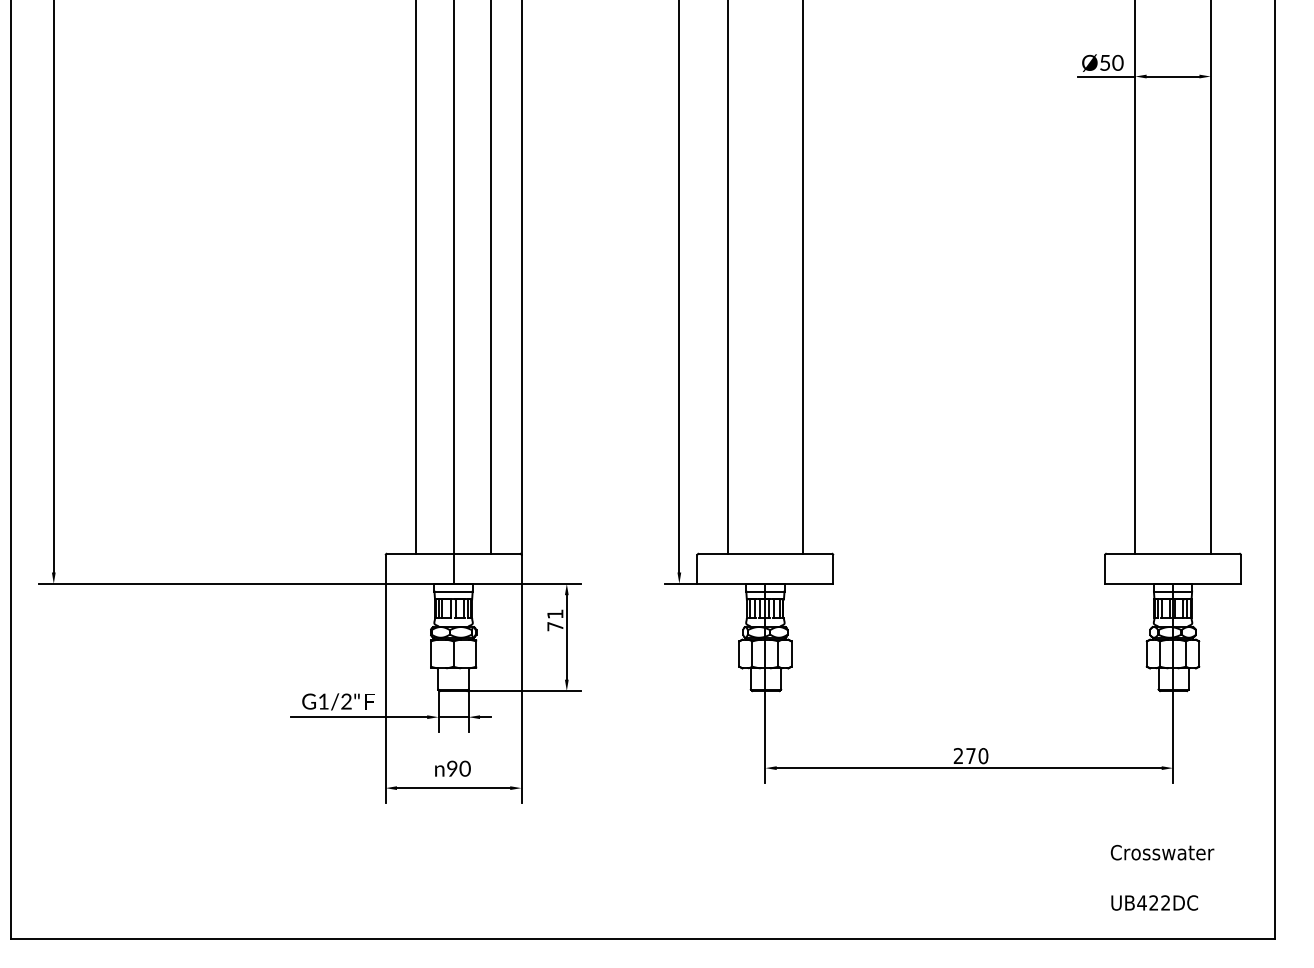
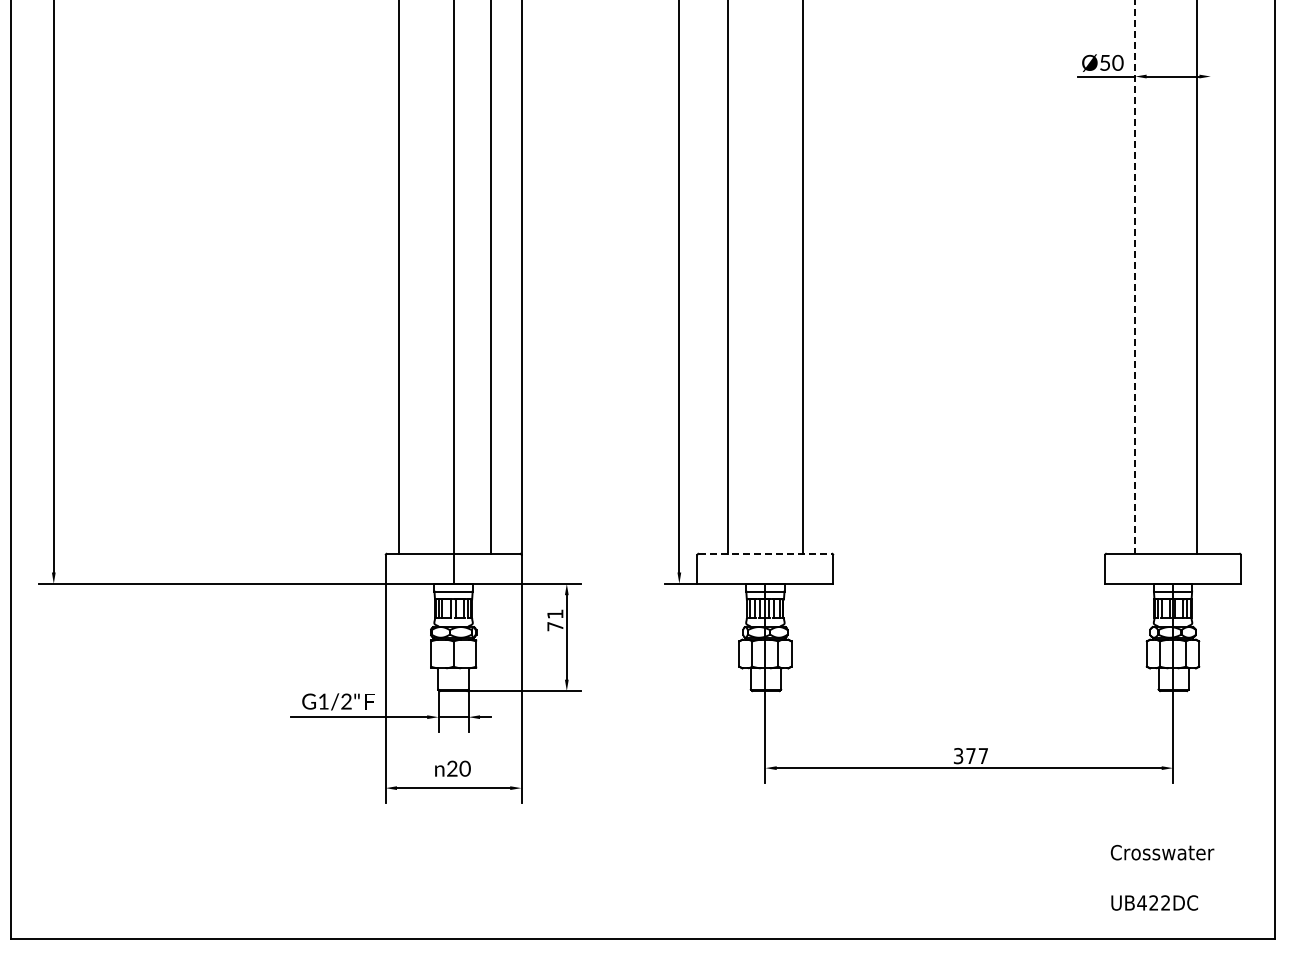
line at (415, 277) position: (415, 277) -> (398, 277)
line at (1135, 277): solid -> dashed
line at (1210, 277) position: (1210, 277) -> (1196, 277)
line at (765, 553): solid -> dashed
text at (970, 756): 270 -> 377
text at (452, 768): 90 -> 20
